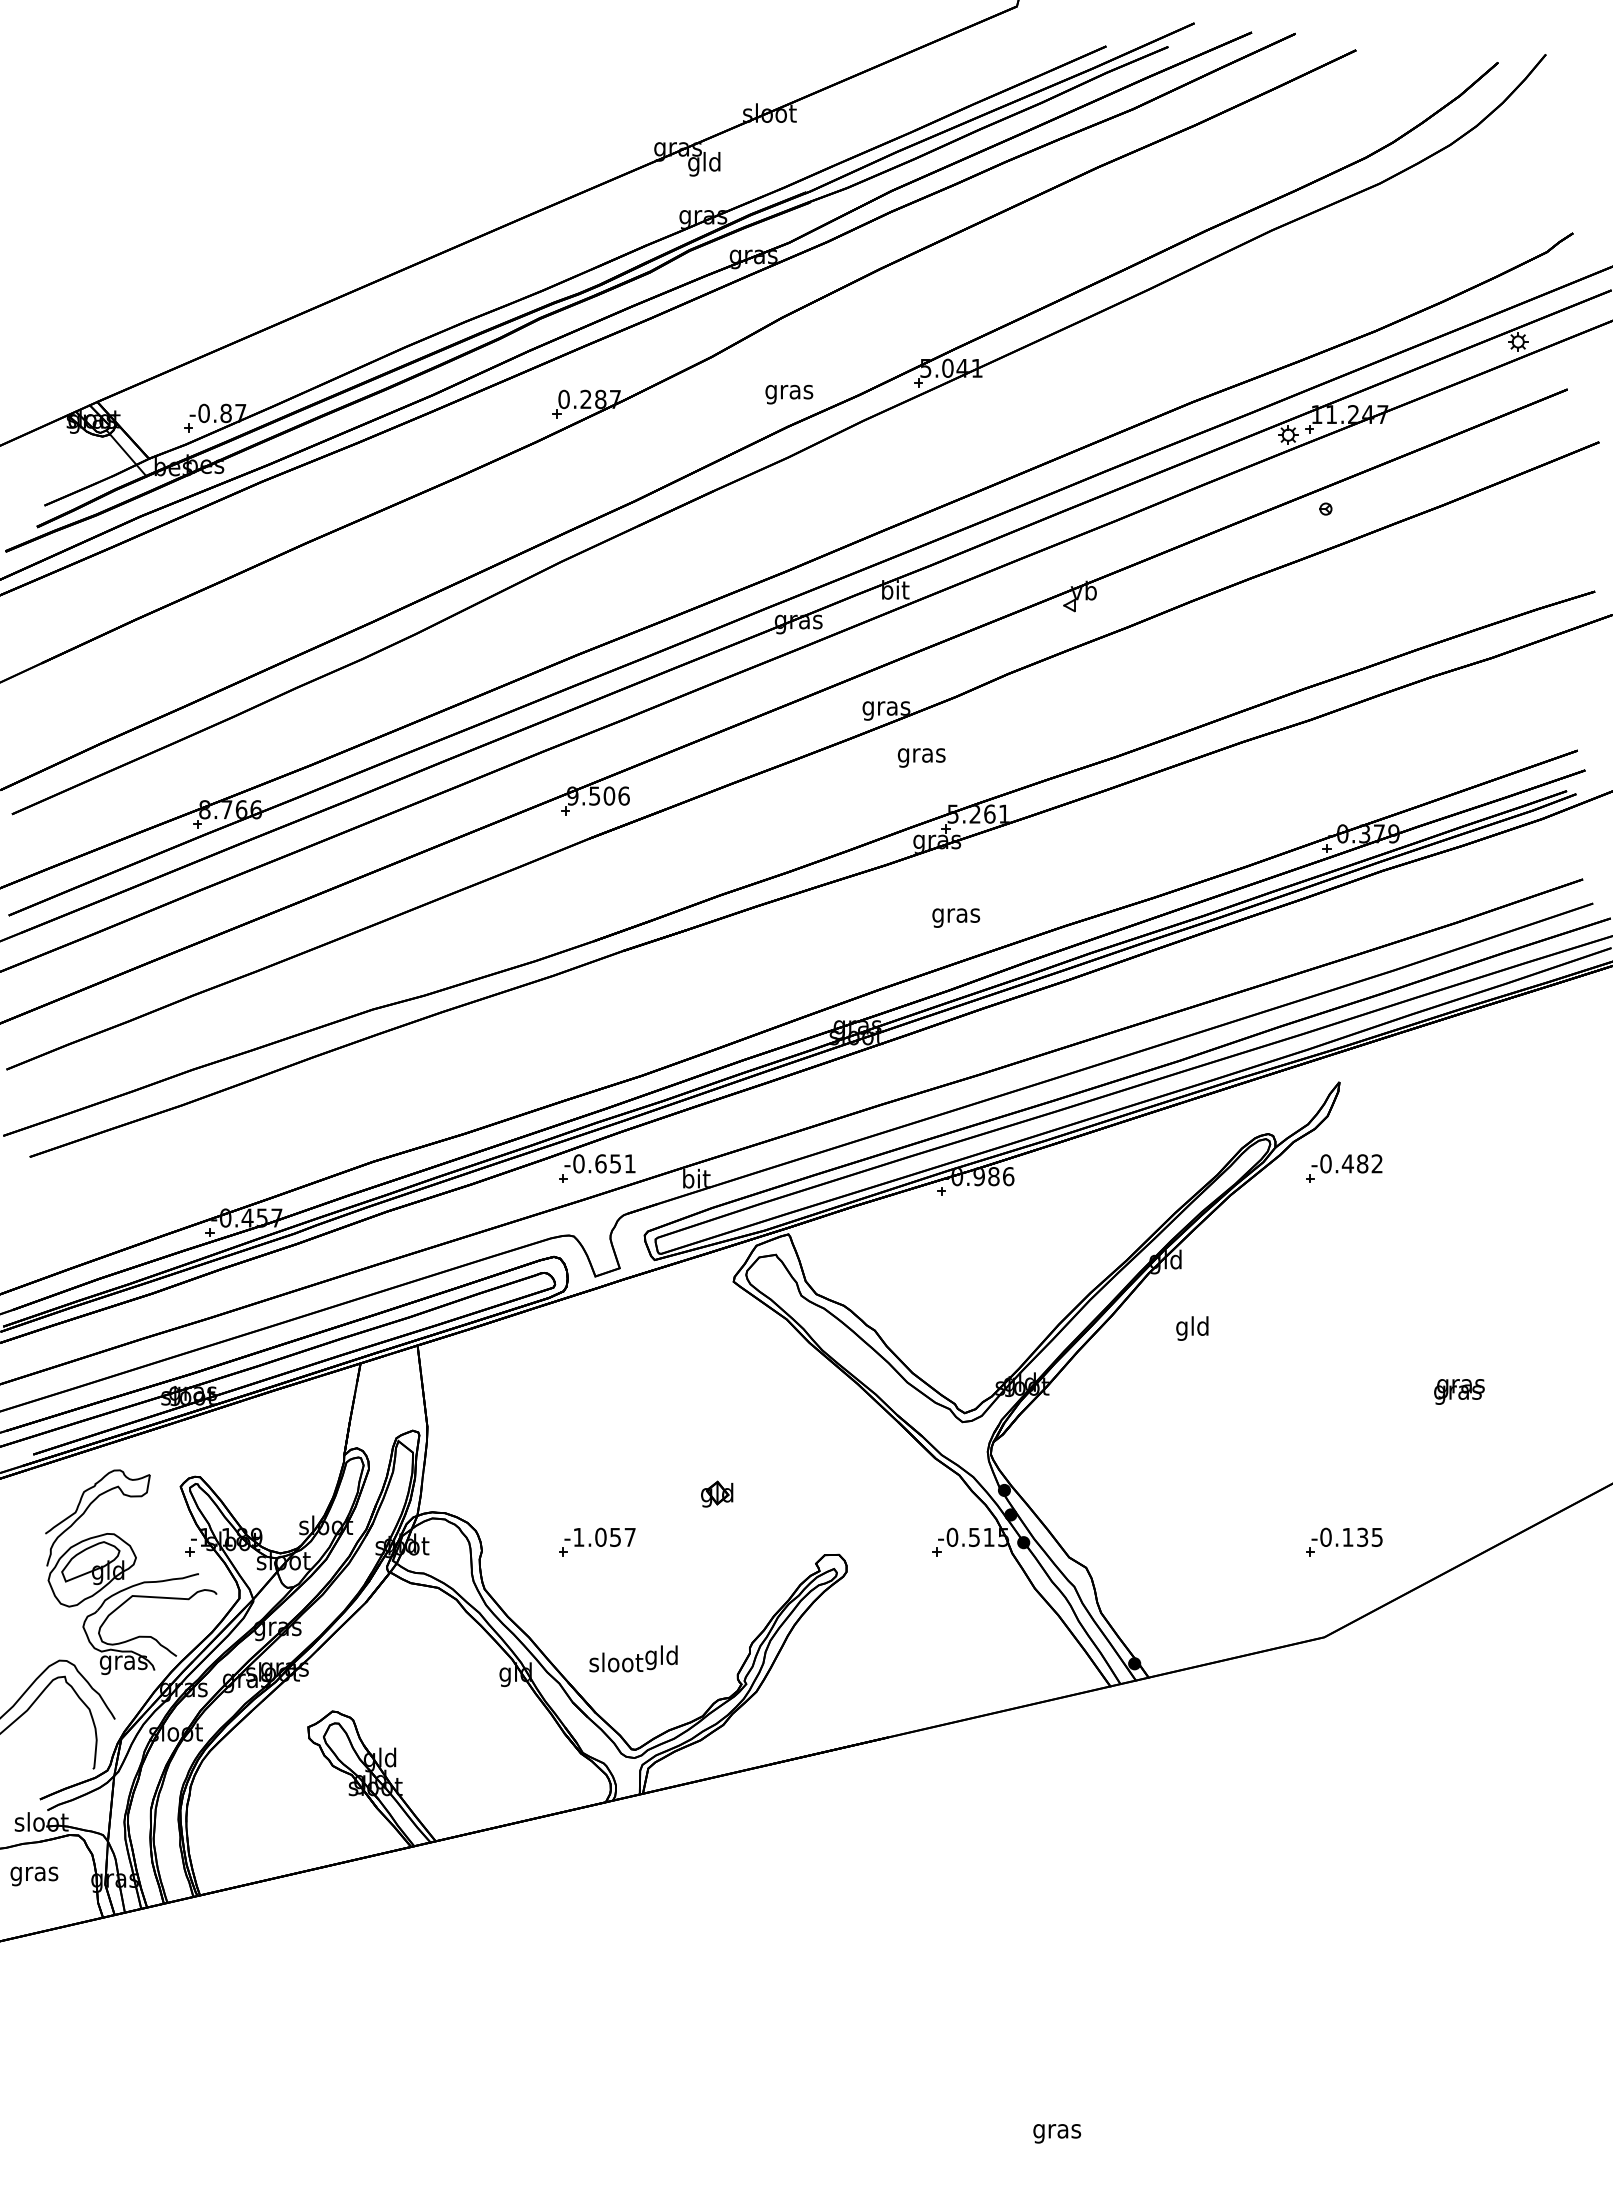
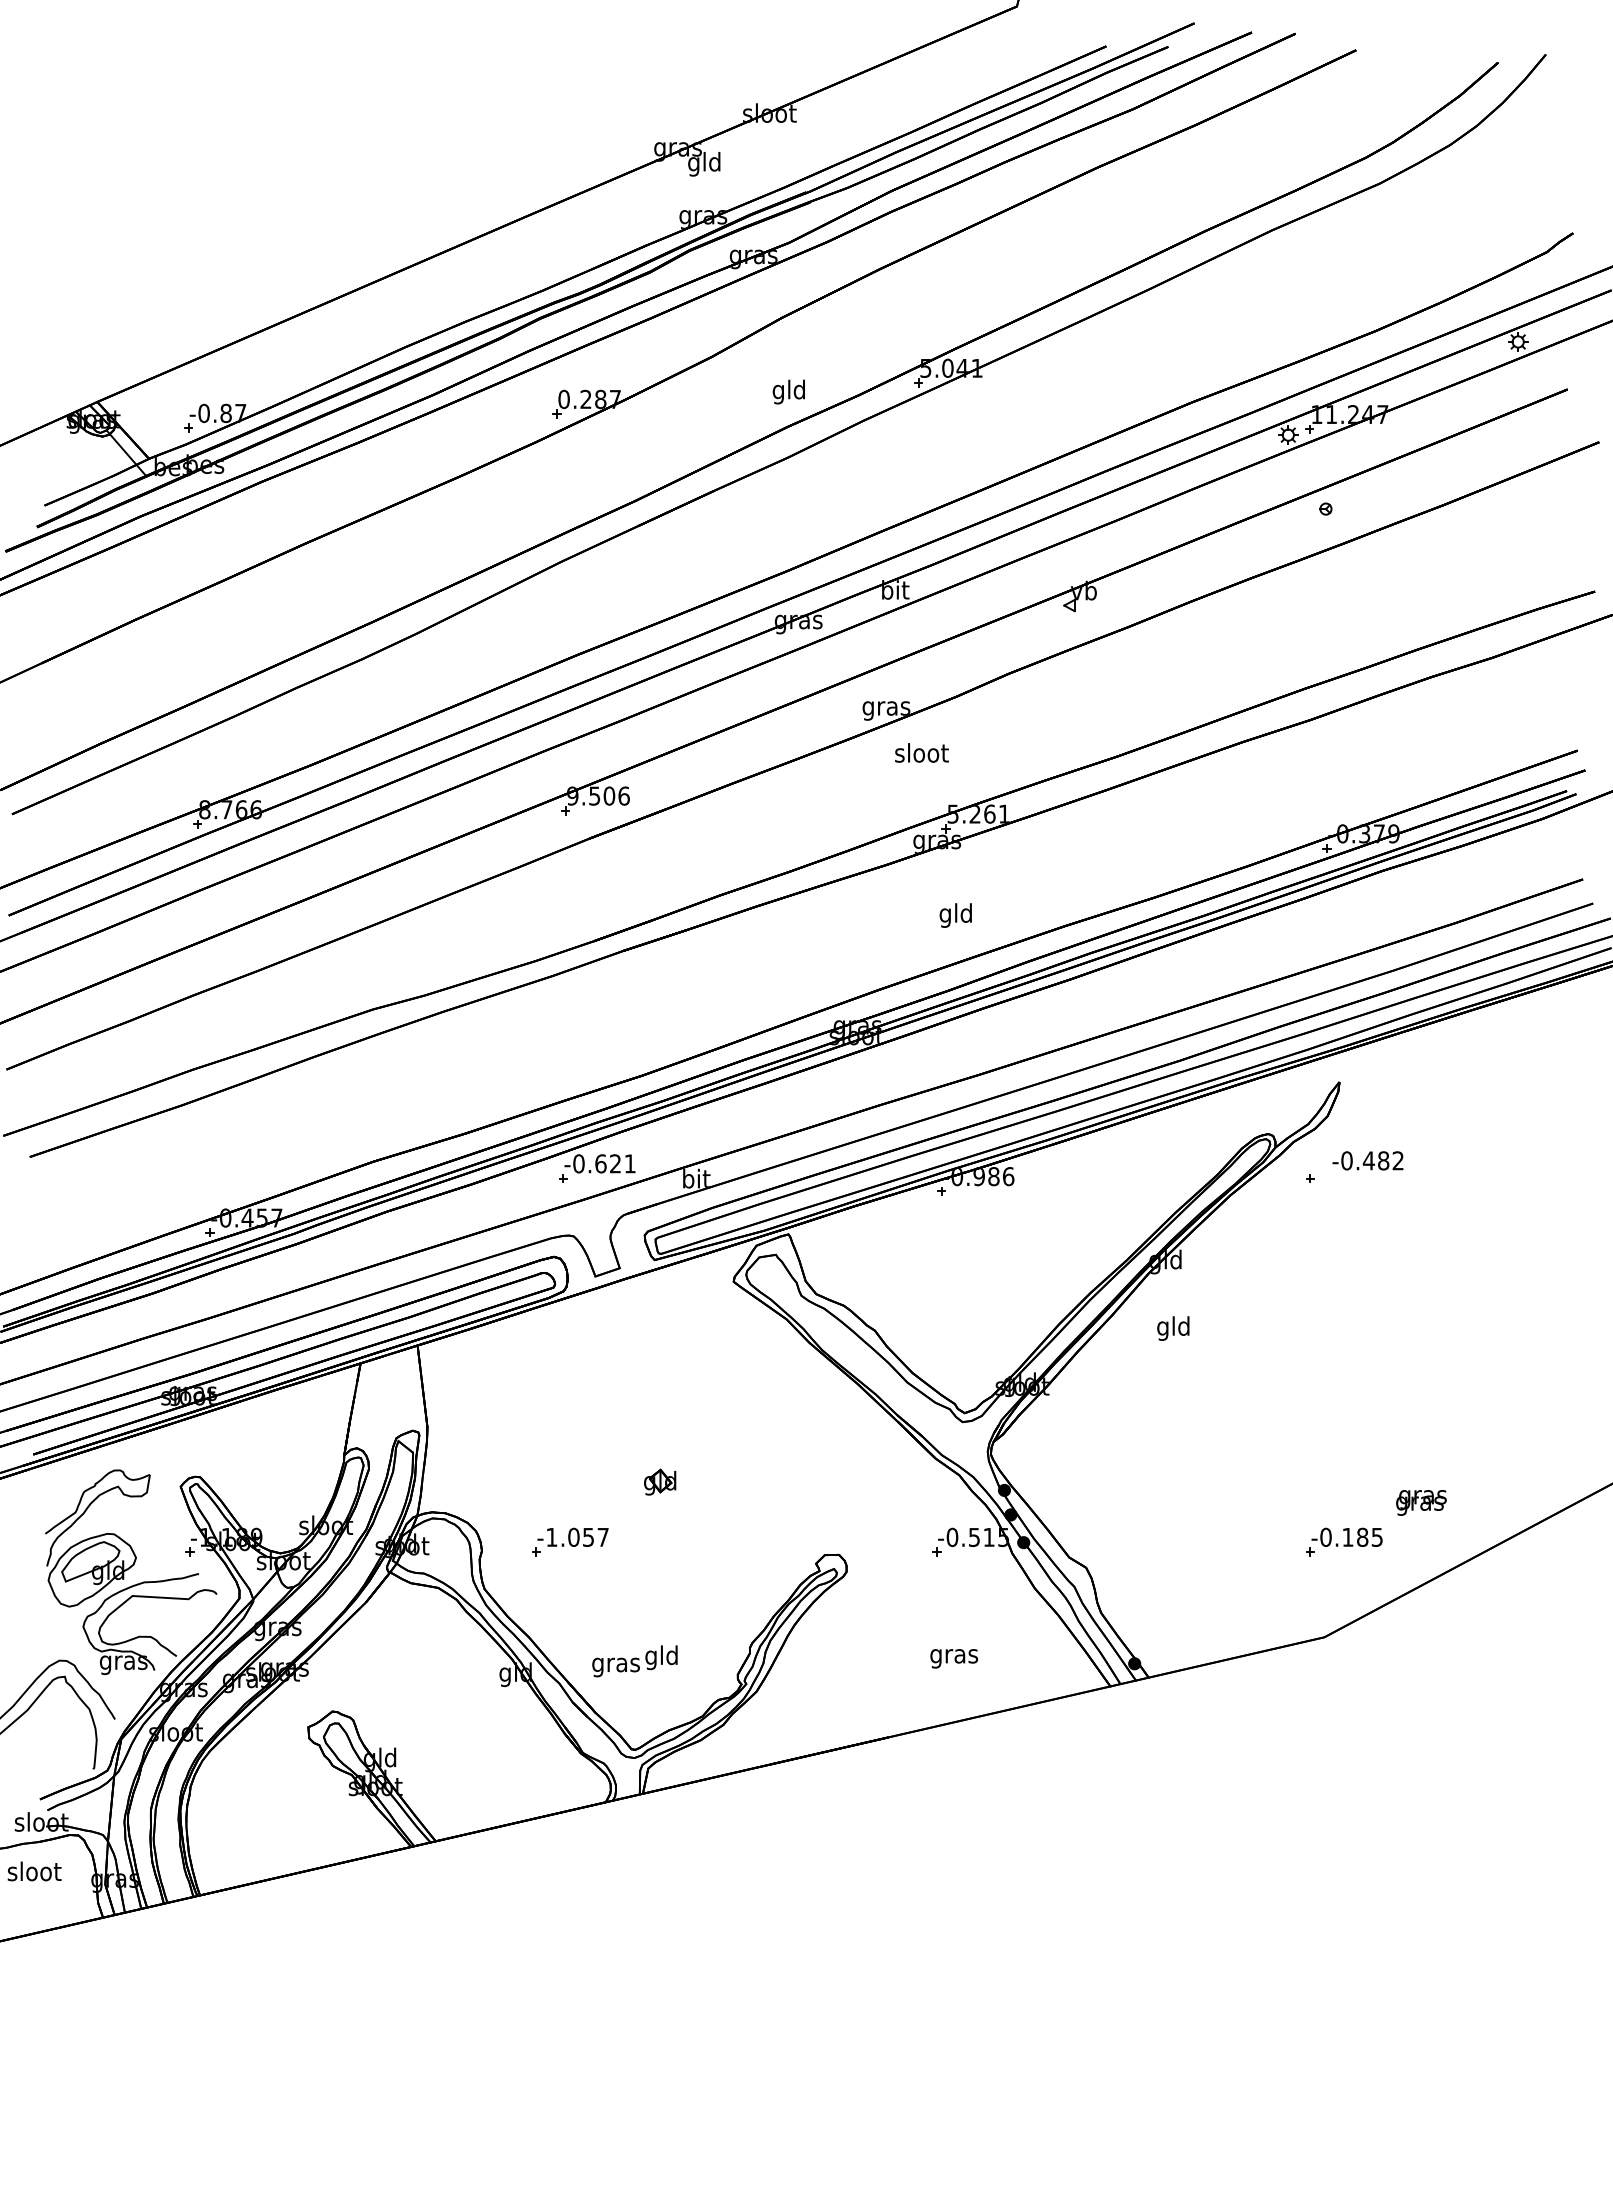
text at (789, 391): gras -> gld
text at (921, 755): gras -> sloot
text at (956, 915): gras -> gld
text at (615, 1163): -0.651 -> -0.621
text at (1346, 1163) position: (1346, 1163) -> (1367, 1160)
text at (1192, 1328) position: (1192, 1328) -> (1173, 1328)
text at (1459, 1391) position: (1459, 1391) -> (1421, 1502)
part at (717, 1493) position: (717, 1493) -> (660, 1481)
text at (1362, 1536): -0.135 -> -0.185
part at (597, 1541) position: (597, 1541) -> (570, 1541)
text at (616, 1664): sloot -> gras
text at (34, 1873): gras -> sloot
text at (1057, 2133) position: (1057, 2133) -> (954, 1658)
